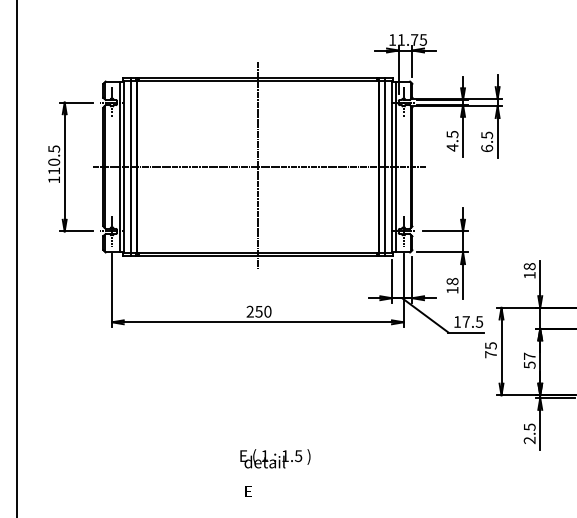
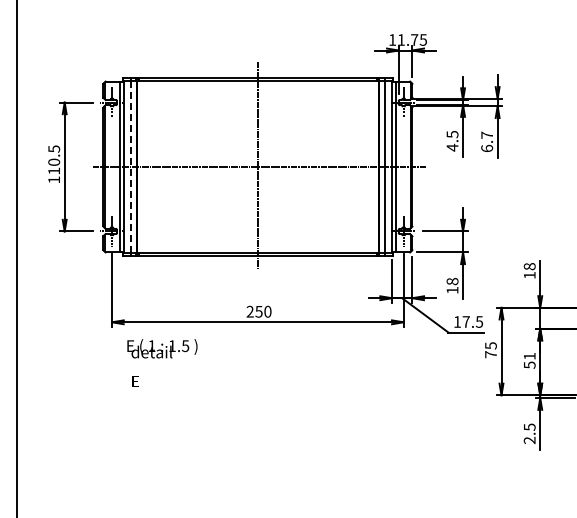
text at (487, 135): 6.5 -> 6.7
line at (130, 167): solid -> dashed
text at (529, 355): 57 -> 51
text at (275, 472) position: (275, 472) -> (162, 362)
